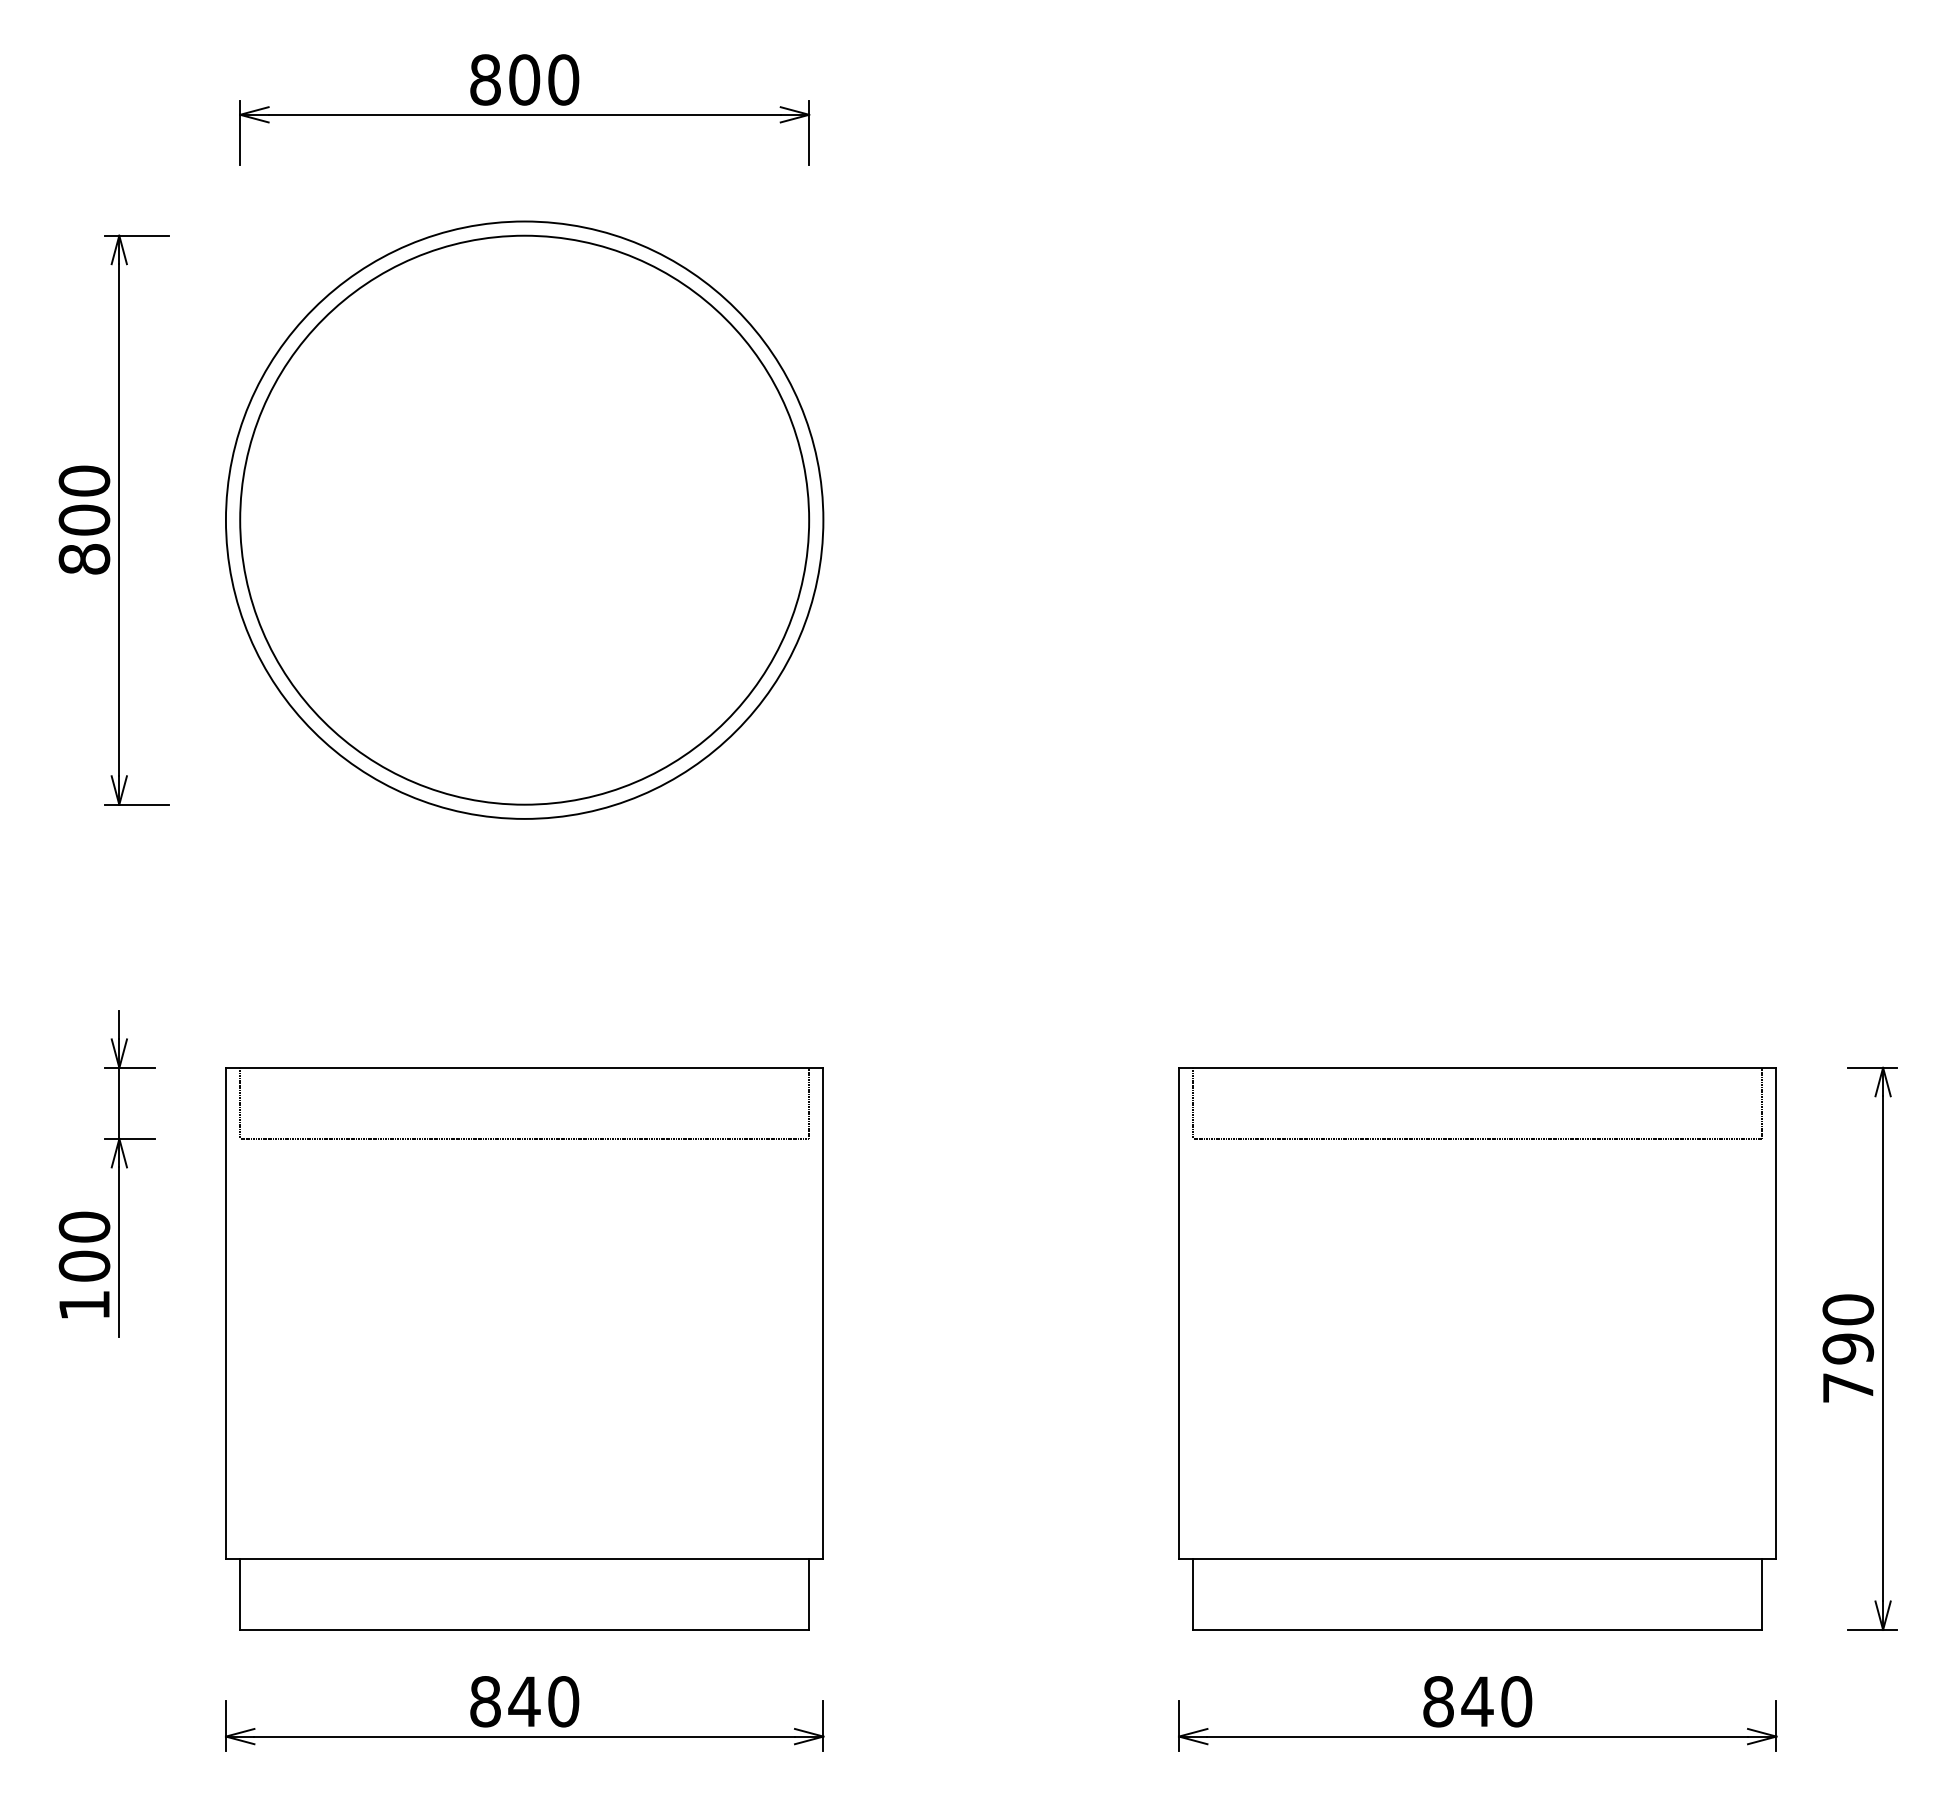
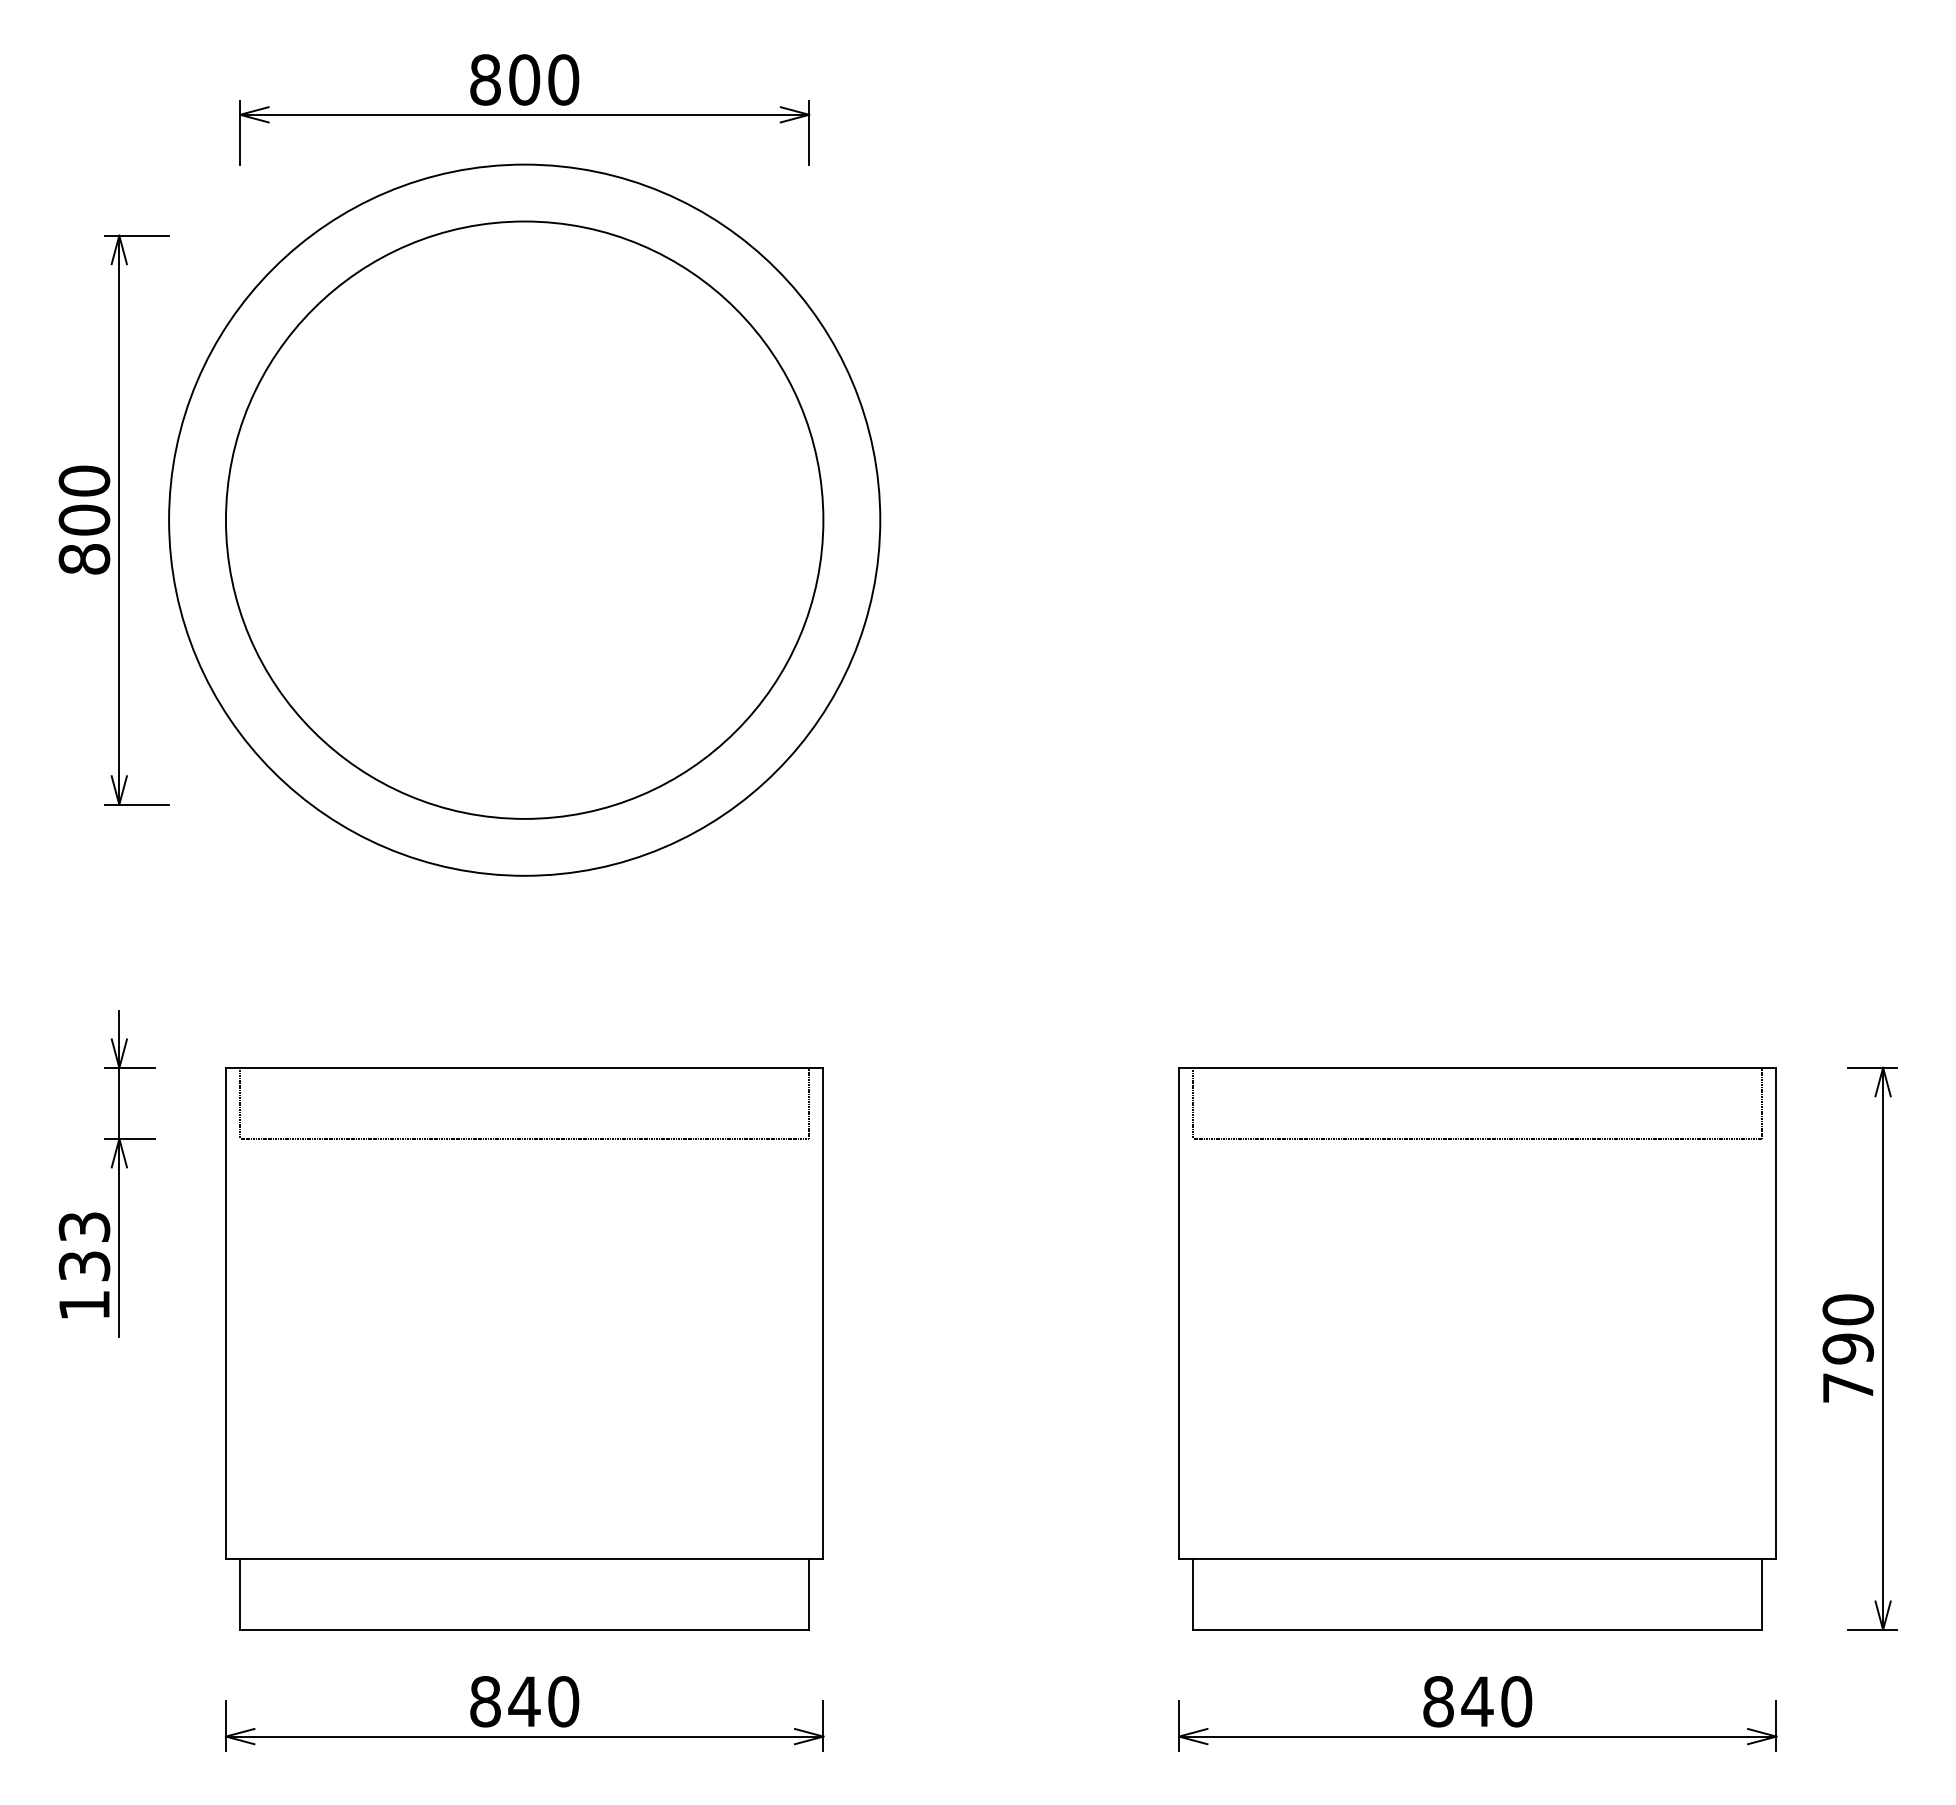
circle at (524, 519) diameter: 569 px -> 711 px
text at (84, 1246): 100 -> 133
